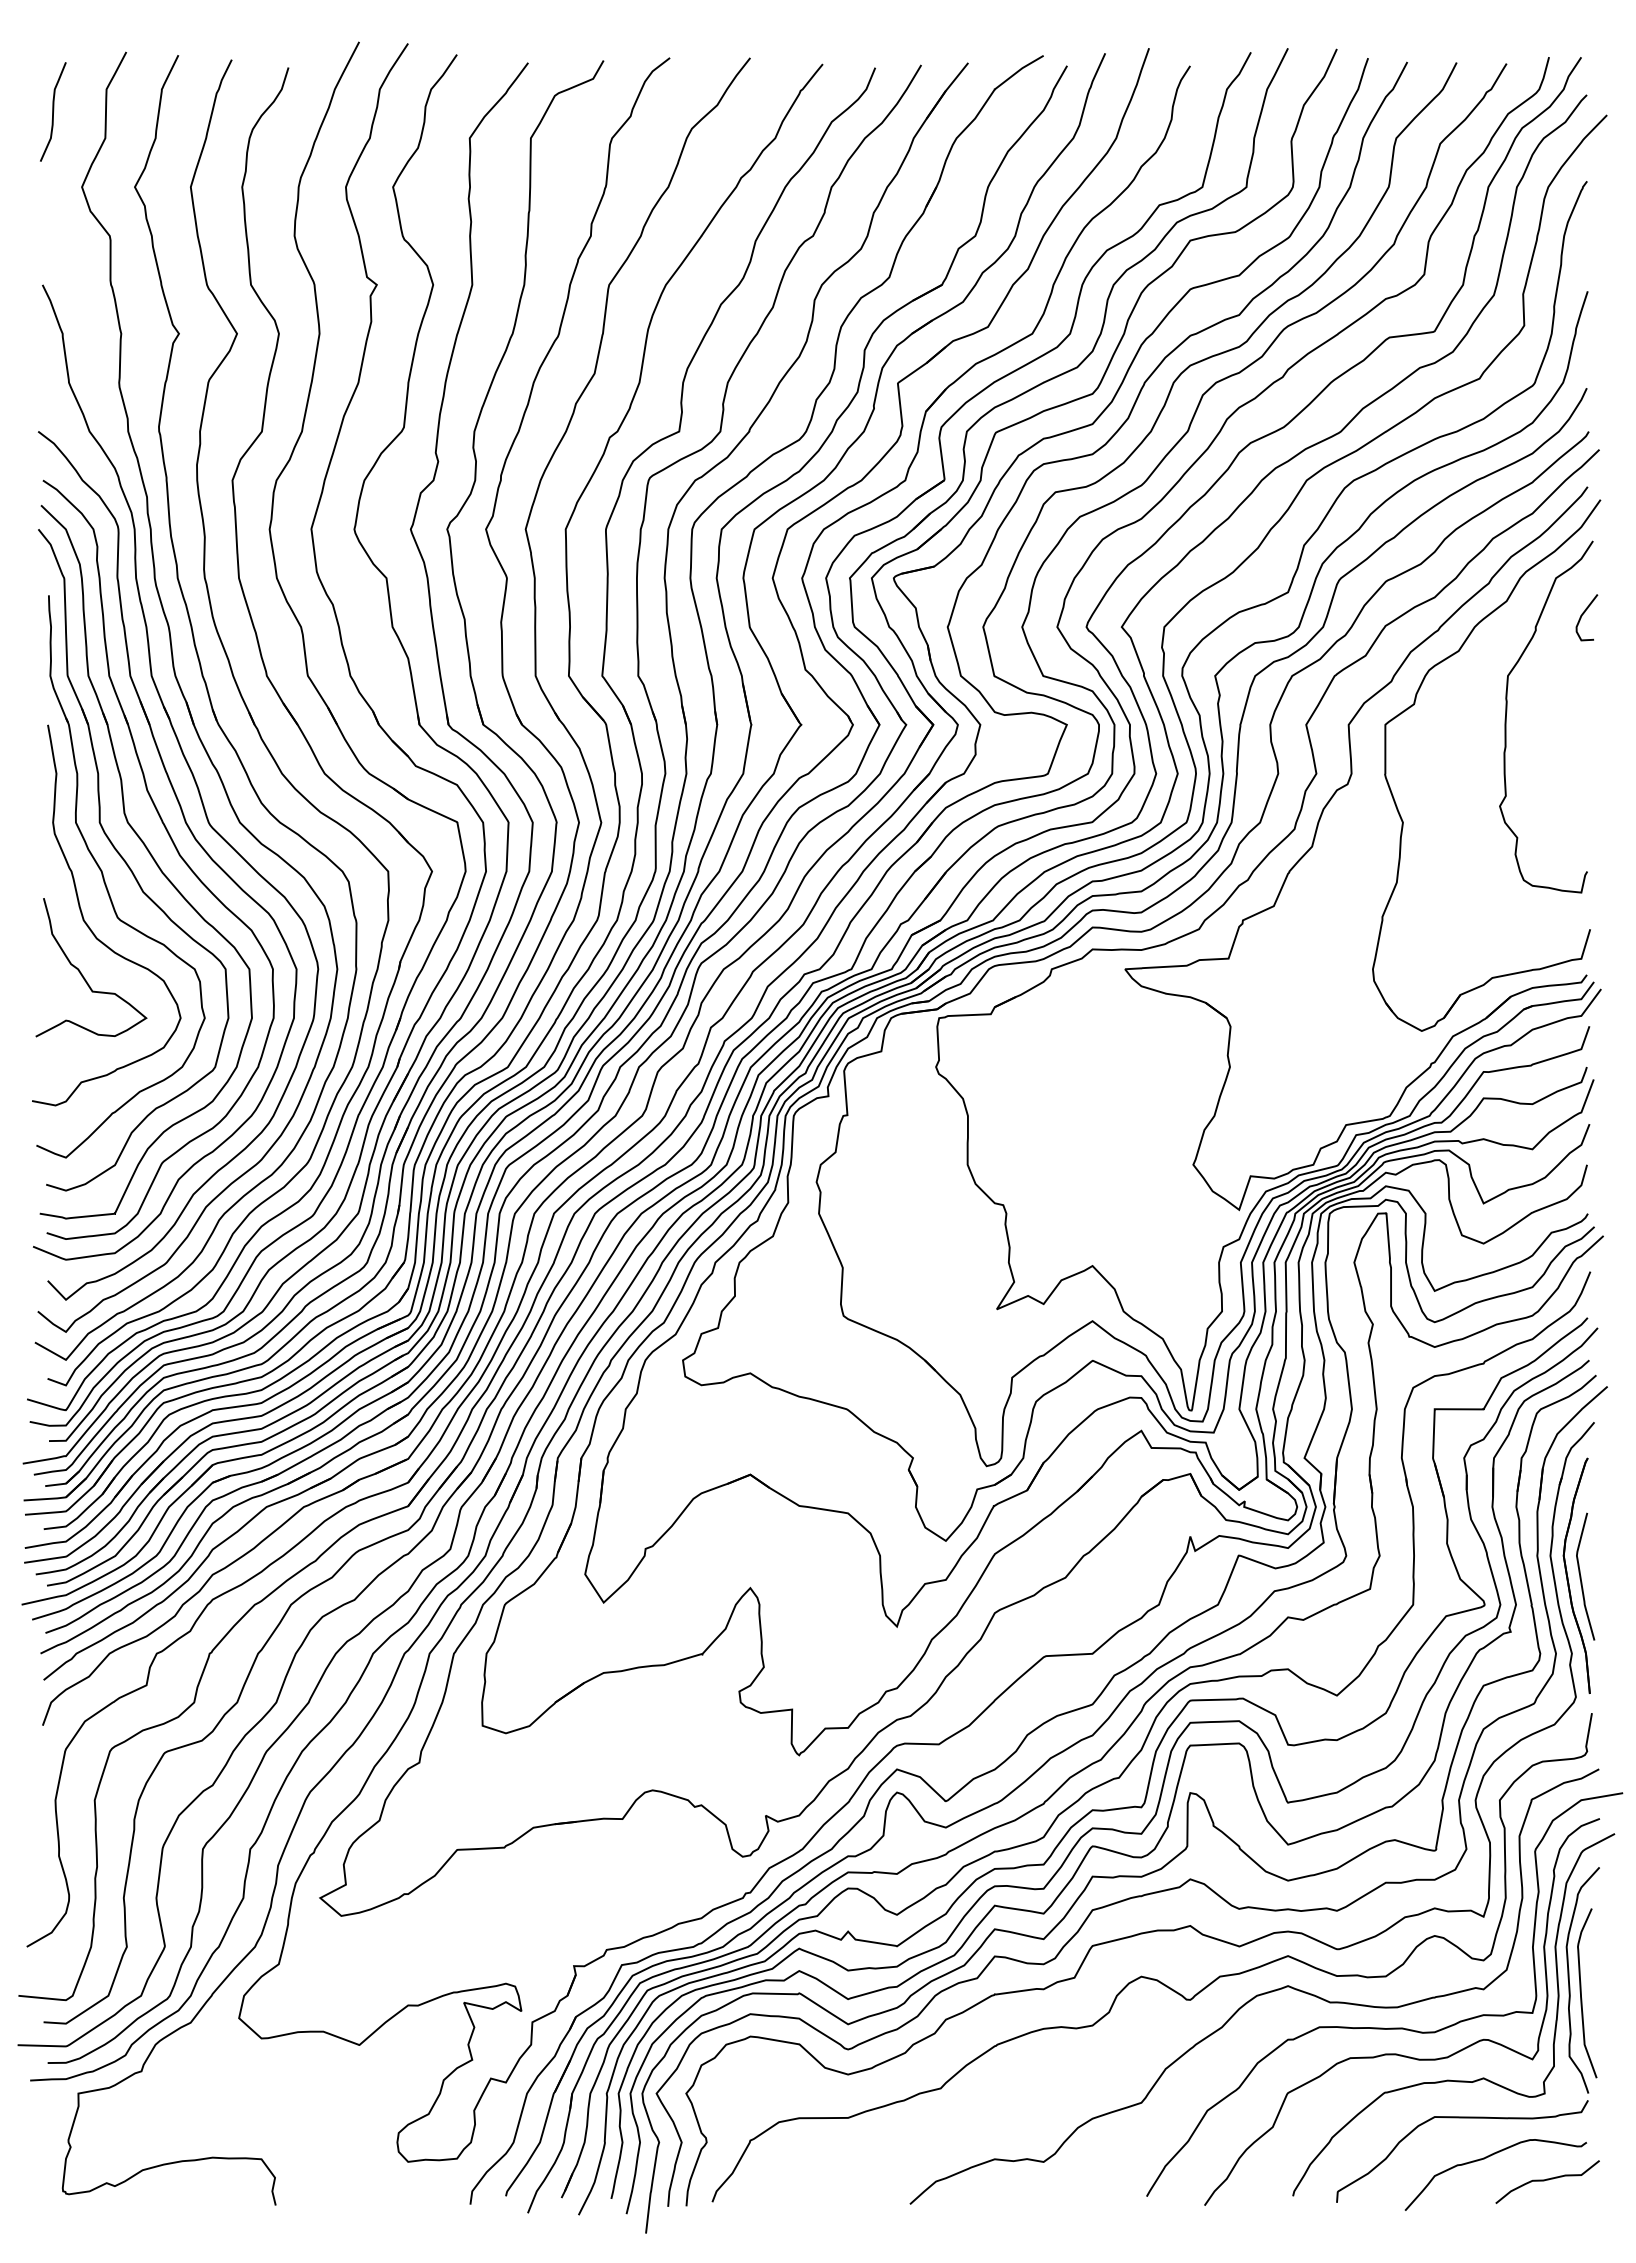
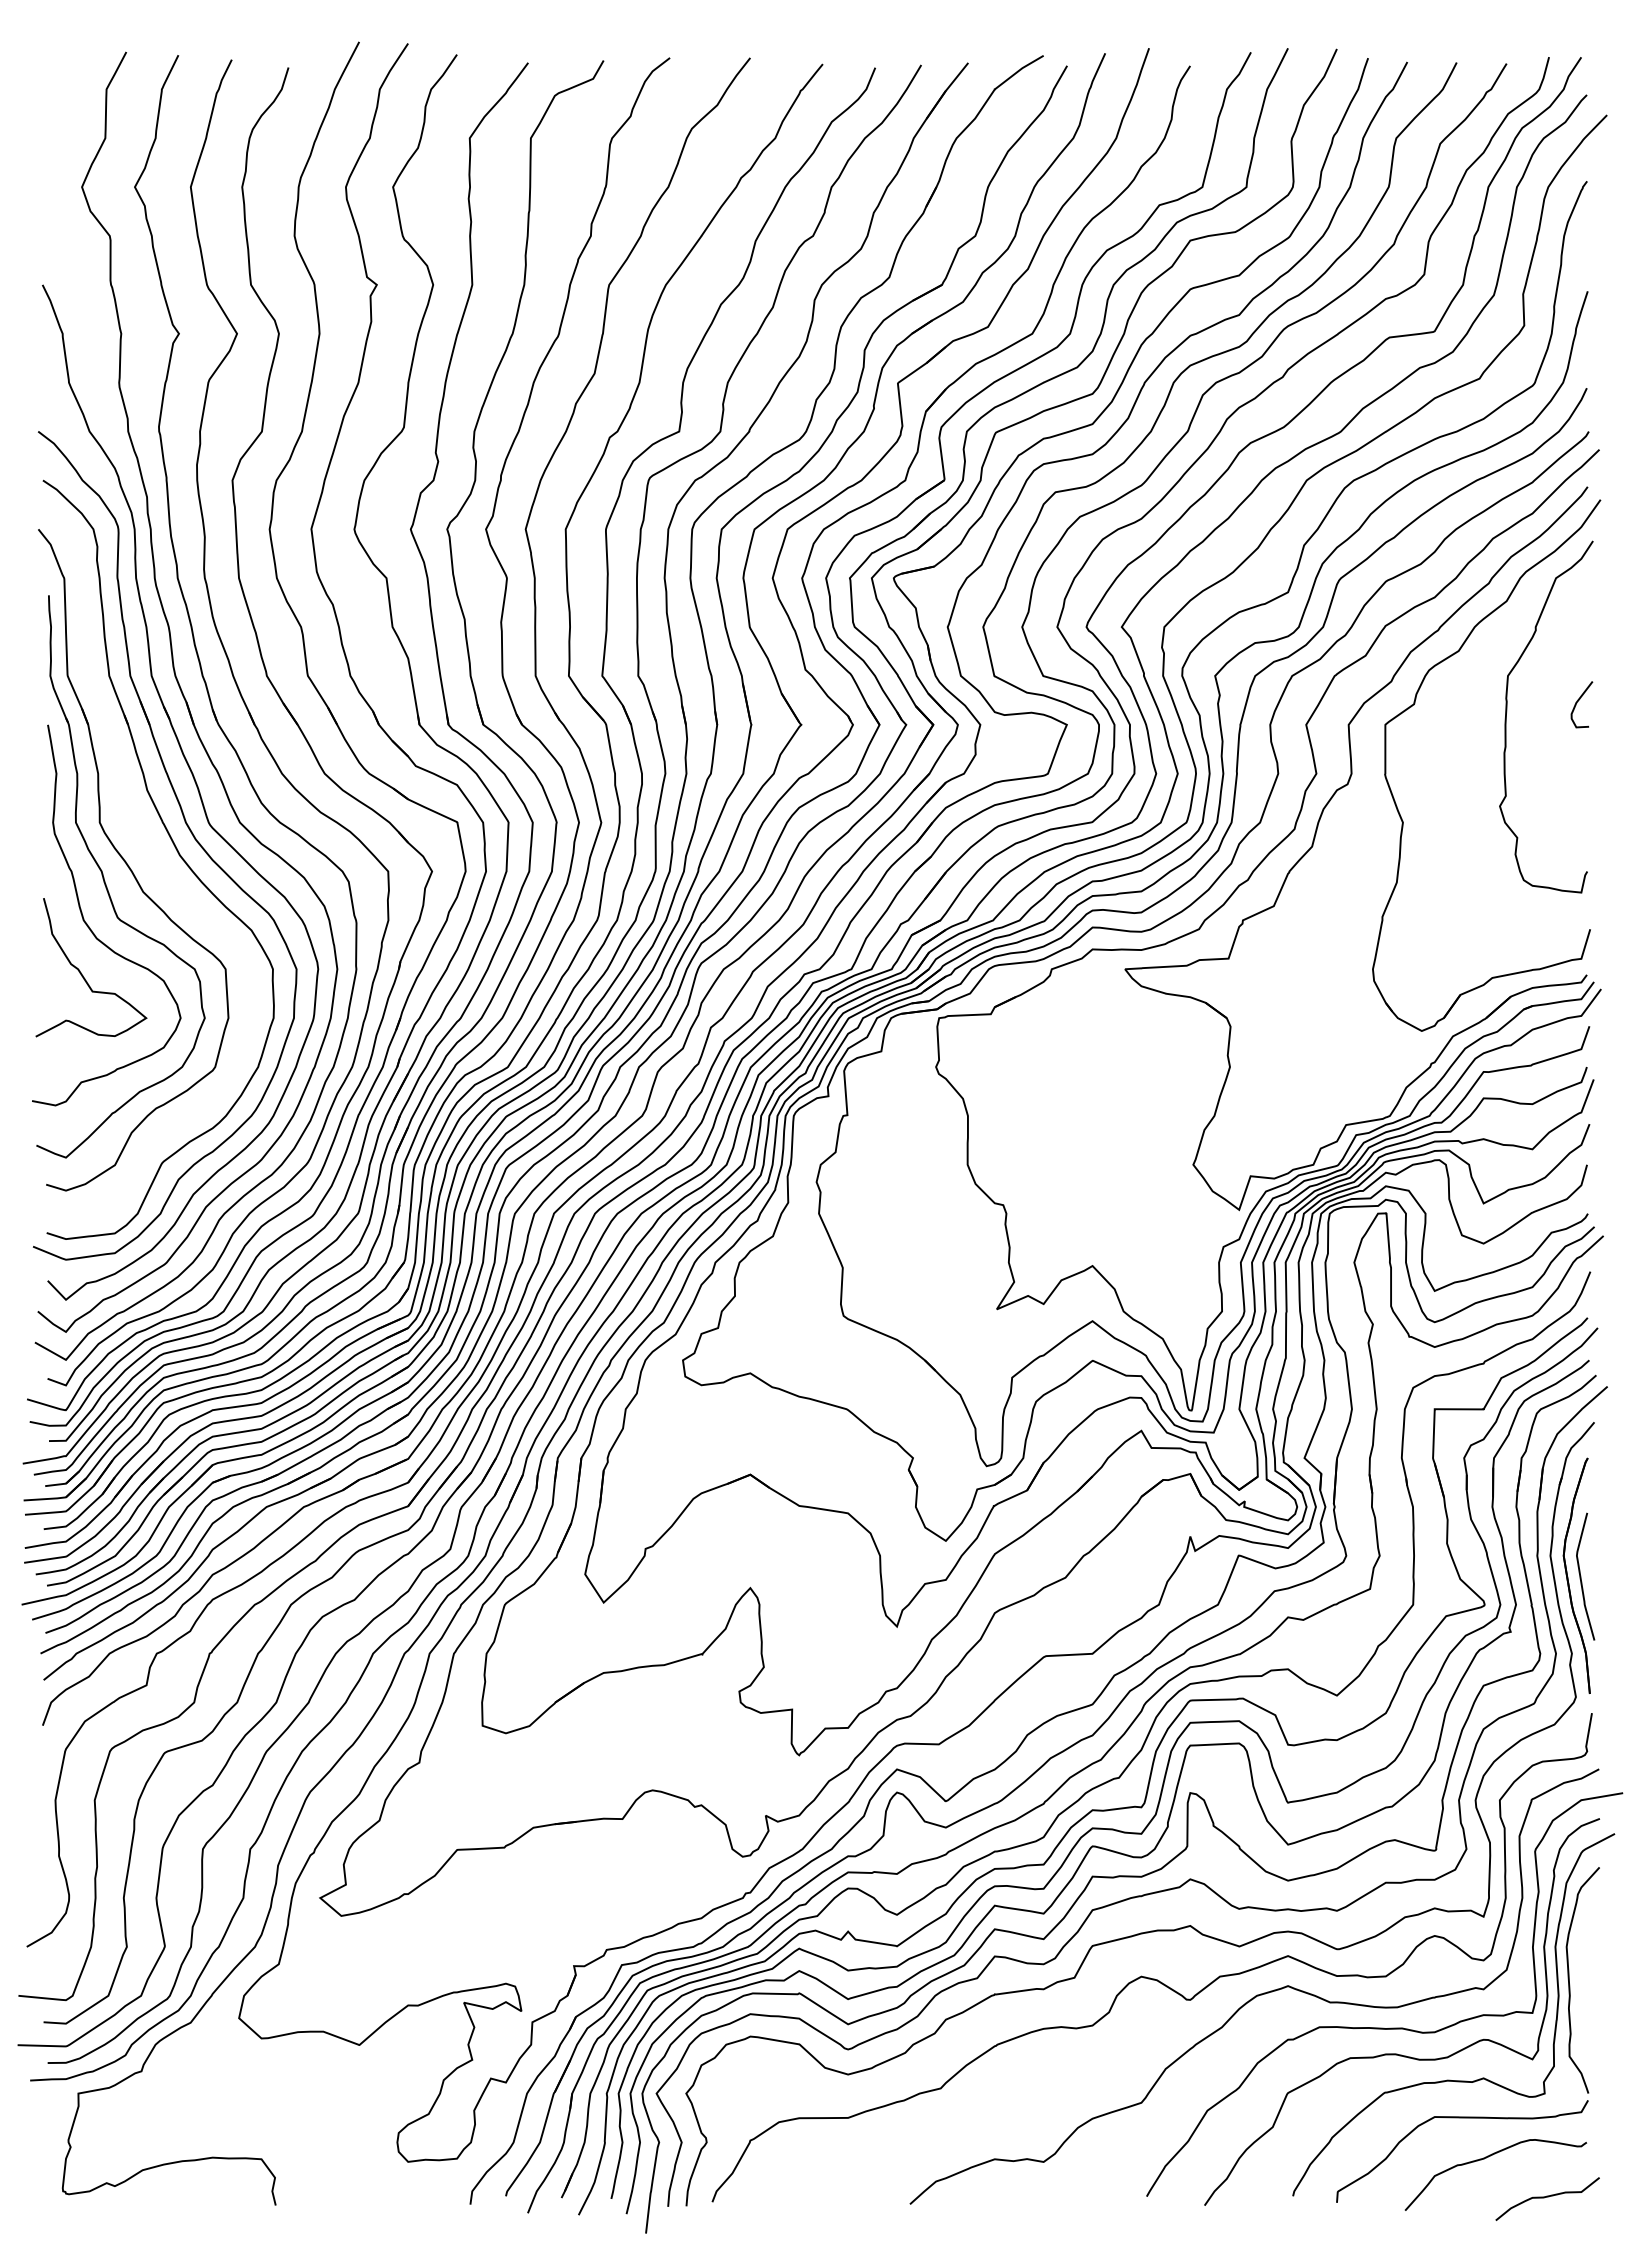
curve at (53, 111): present -> none
curve at (1582, 616) position: (1582, 616) -> (1577, 703)
part at (152, 859): present -> none
curve at (1581, 1993): present -> none
curve at (1547, 2180) position: (1547, 2180) -> (1547, 2197)
